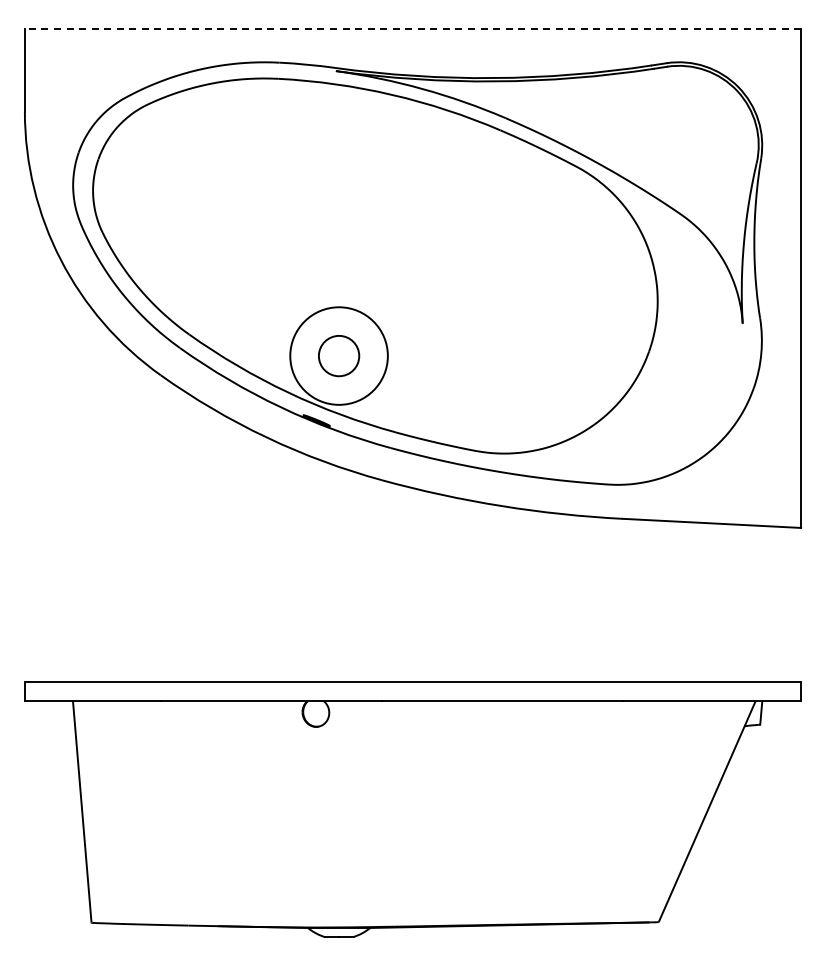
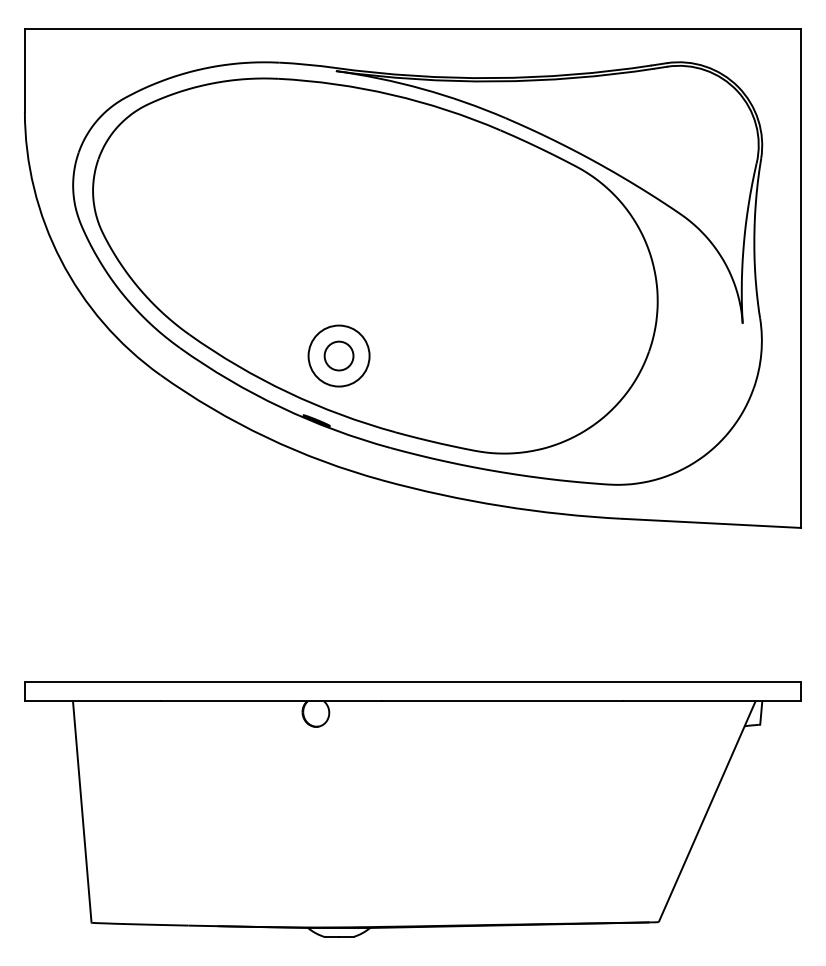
line at (412, 28): dashed -> solid
circle at (338, 355) diameter: 40 px -> 29 px
circle at (338, 355) diameter: 98 px -> 61 px
